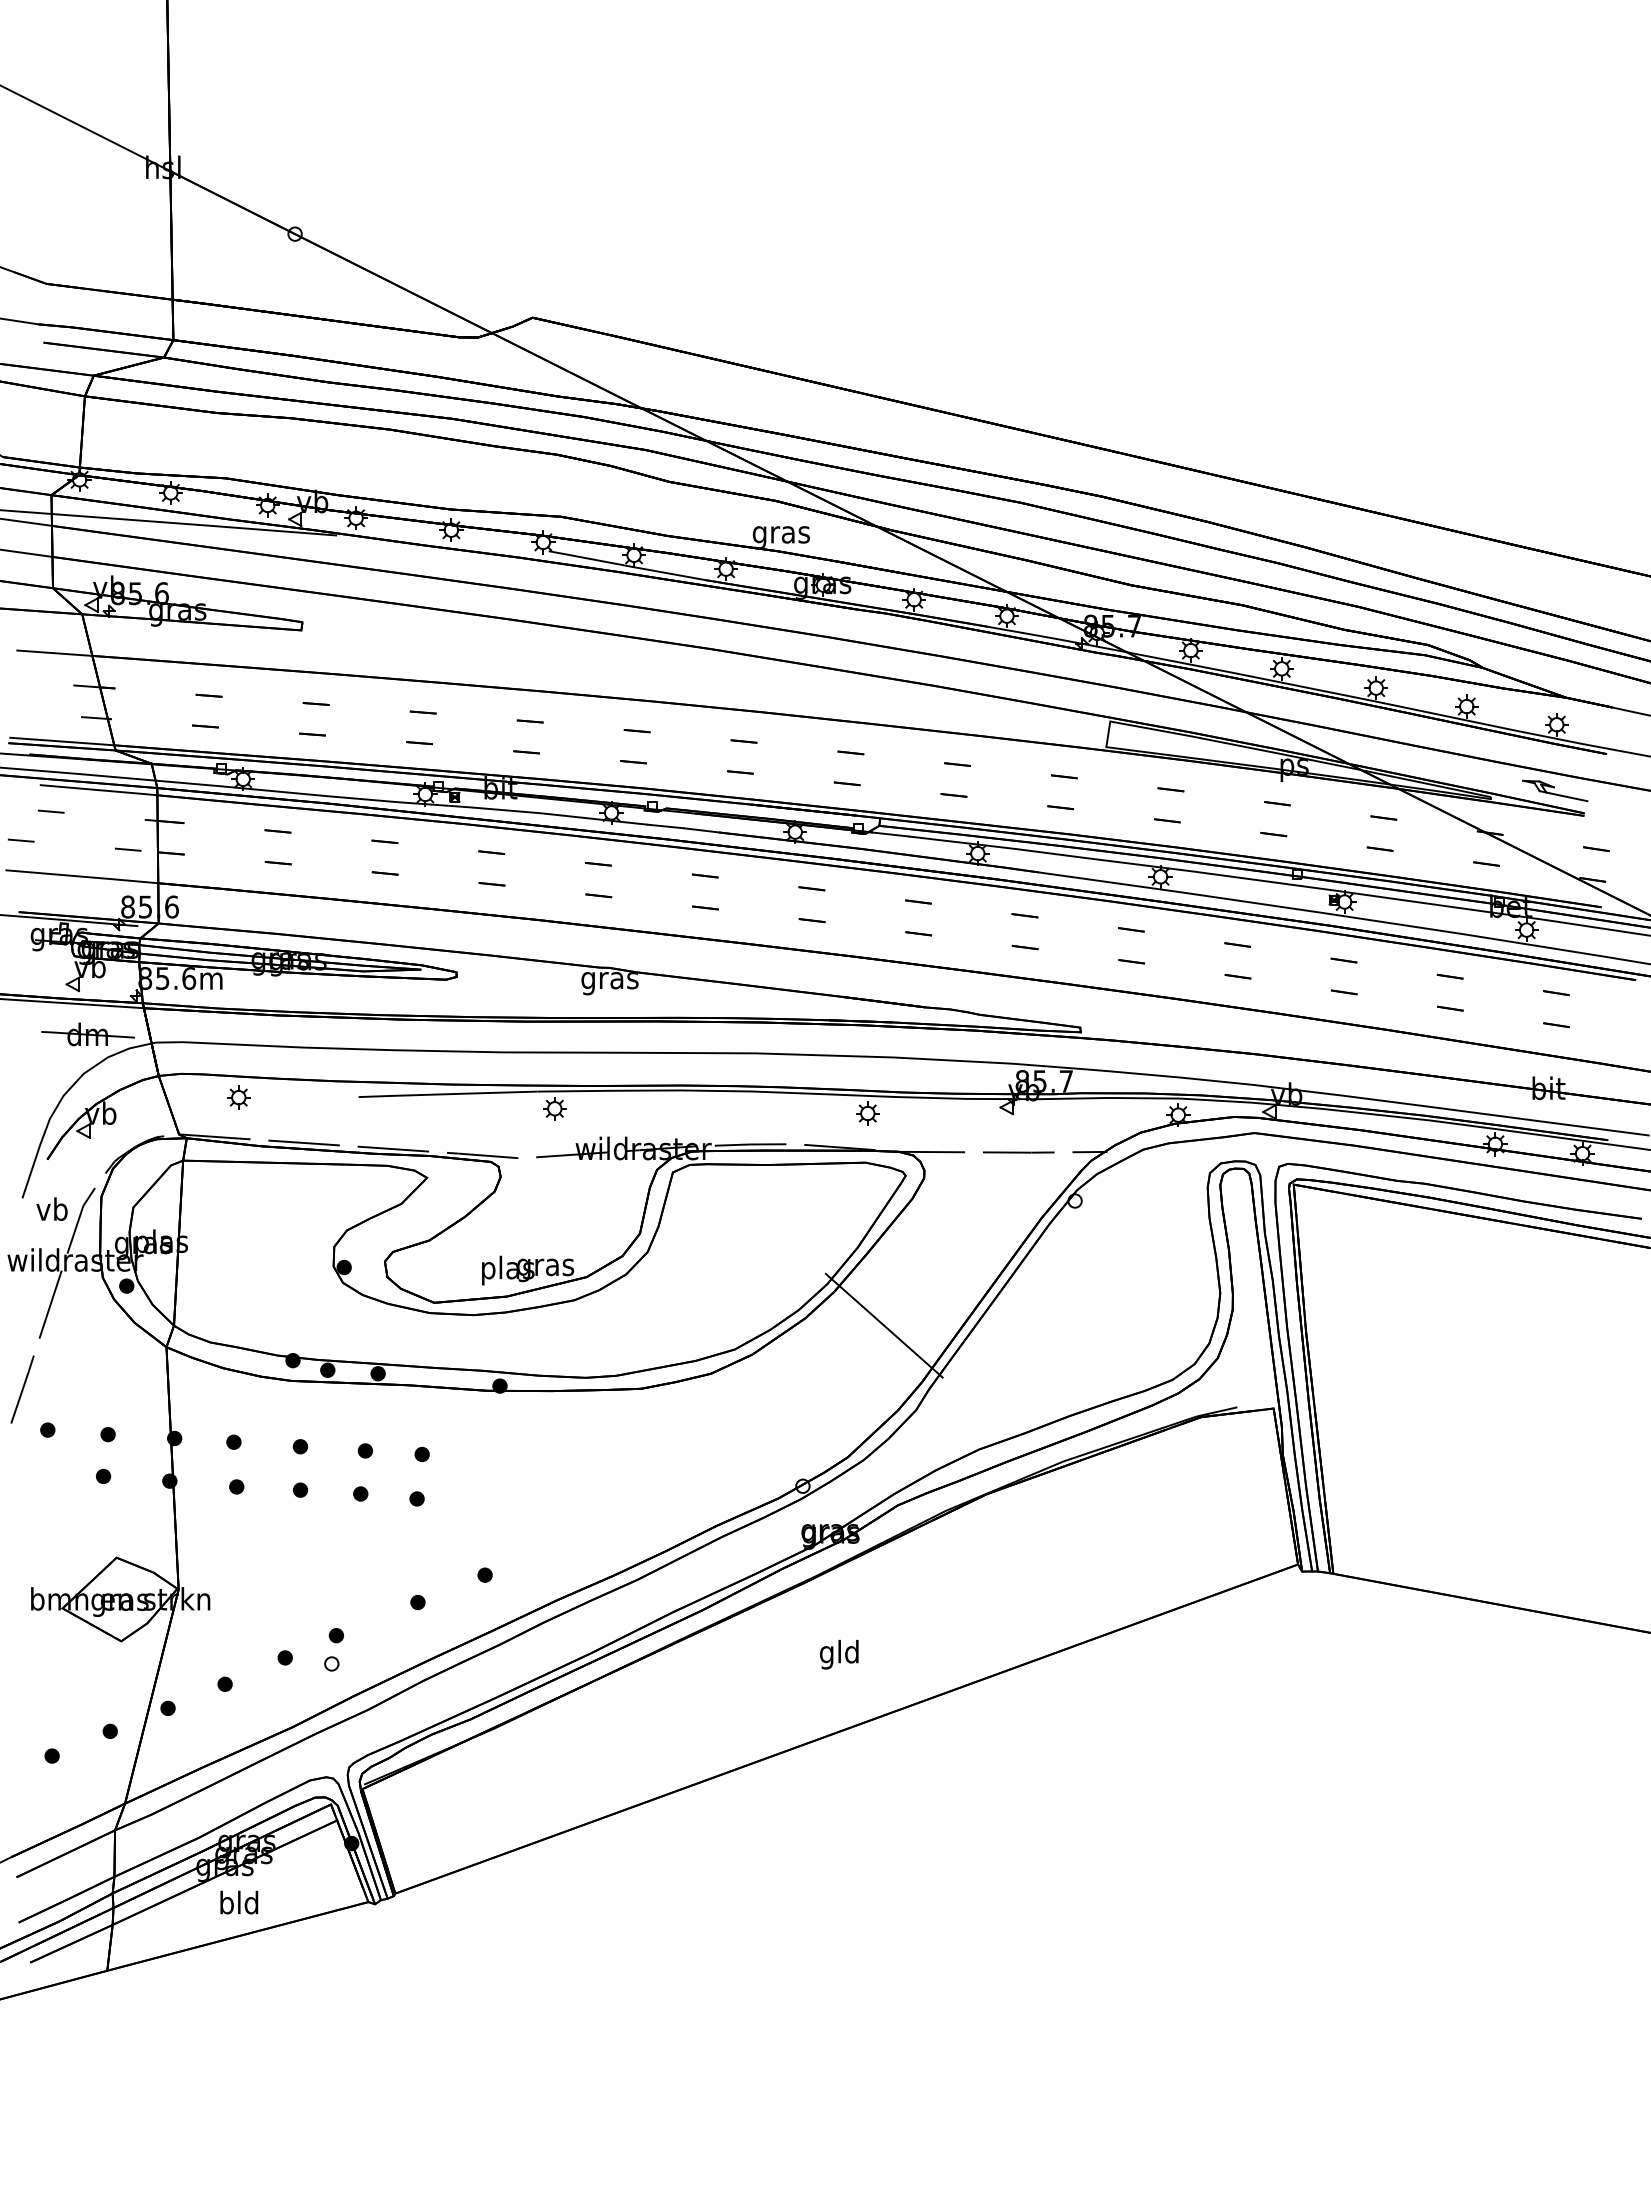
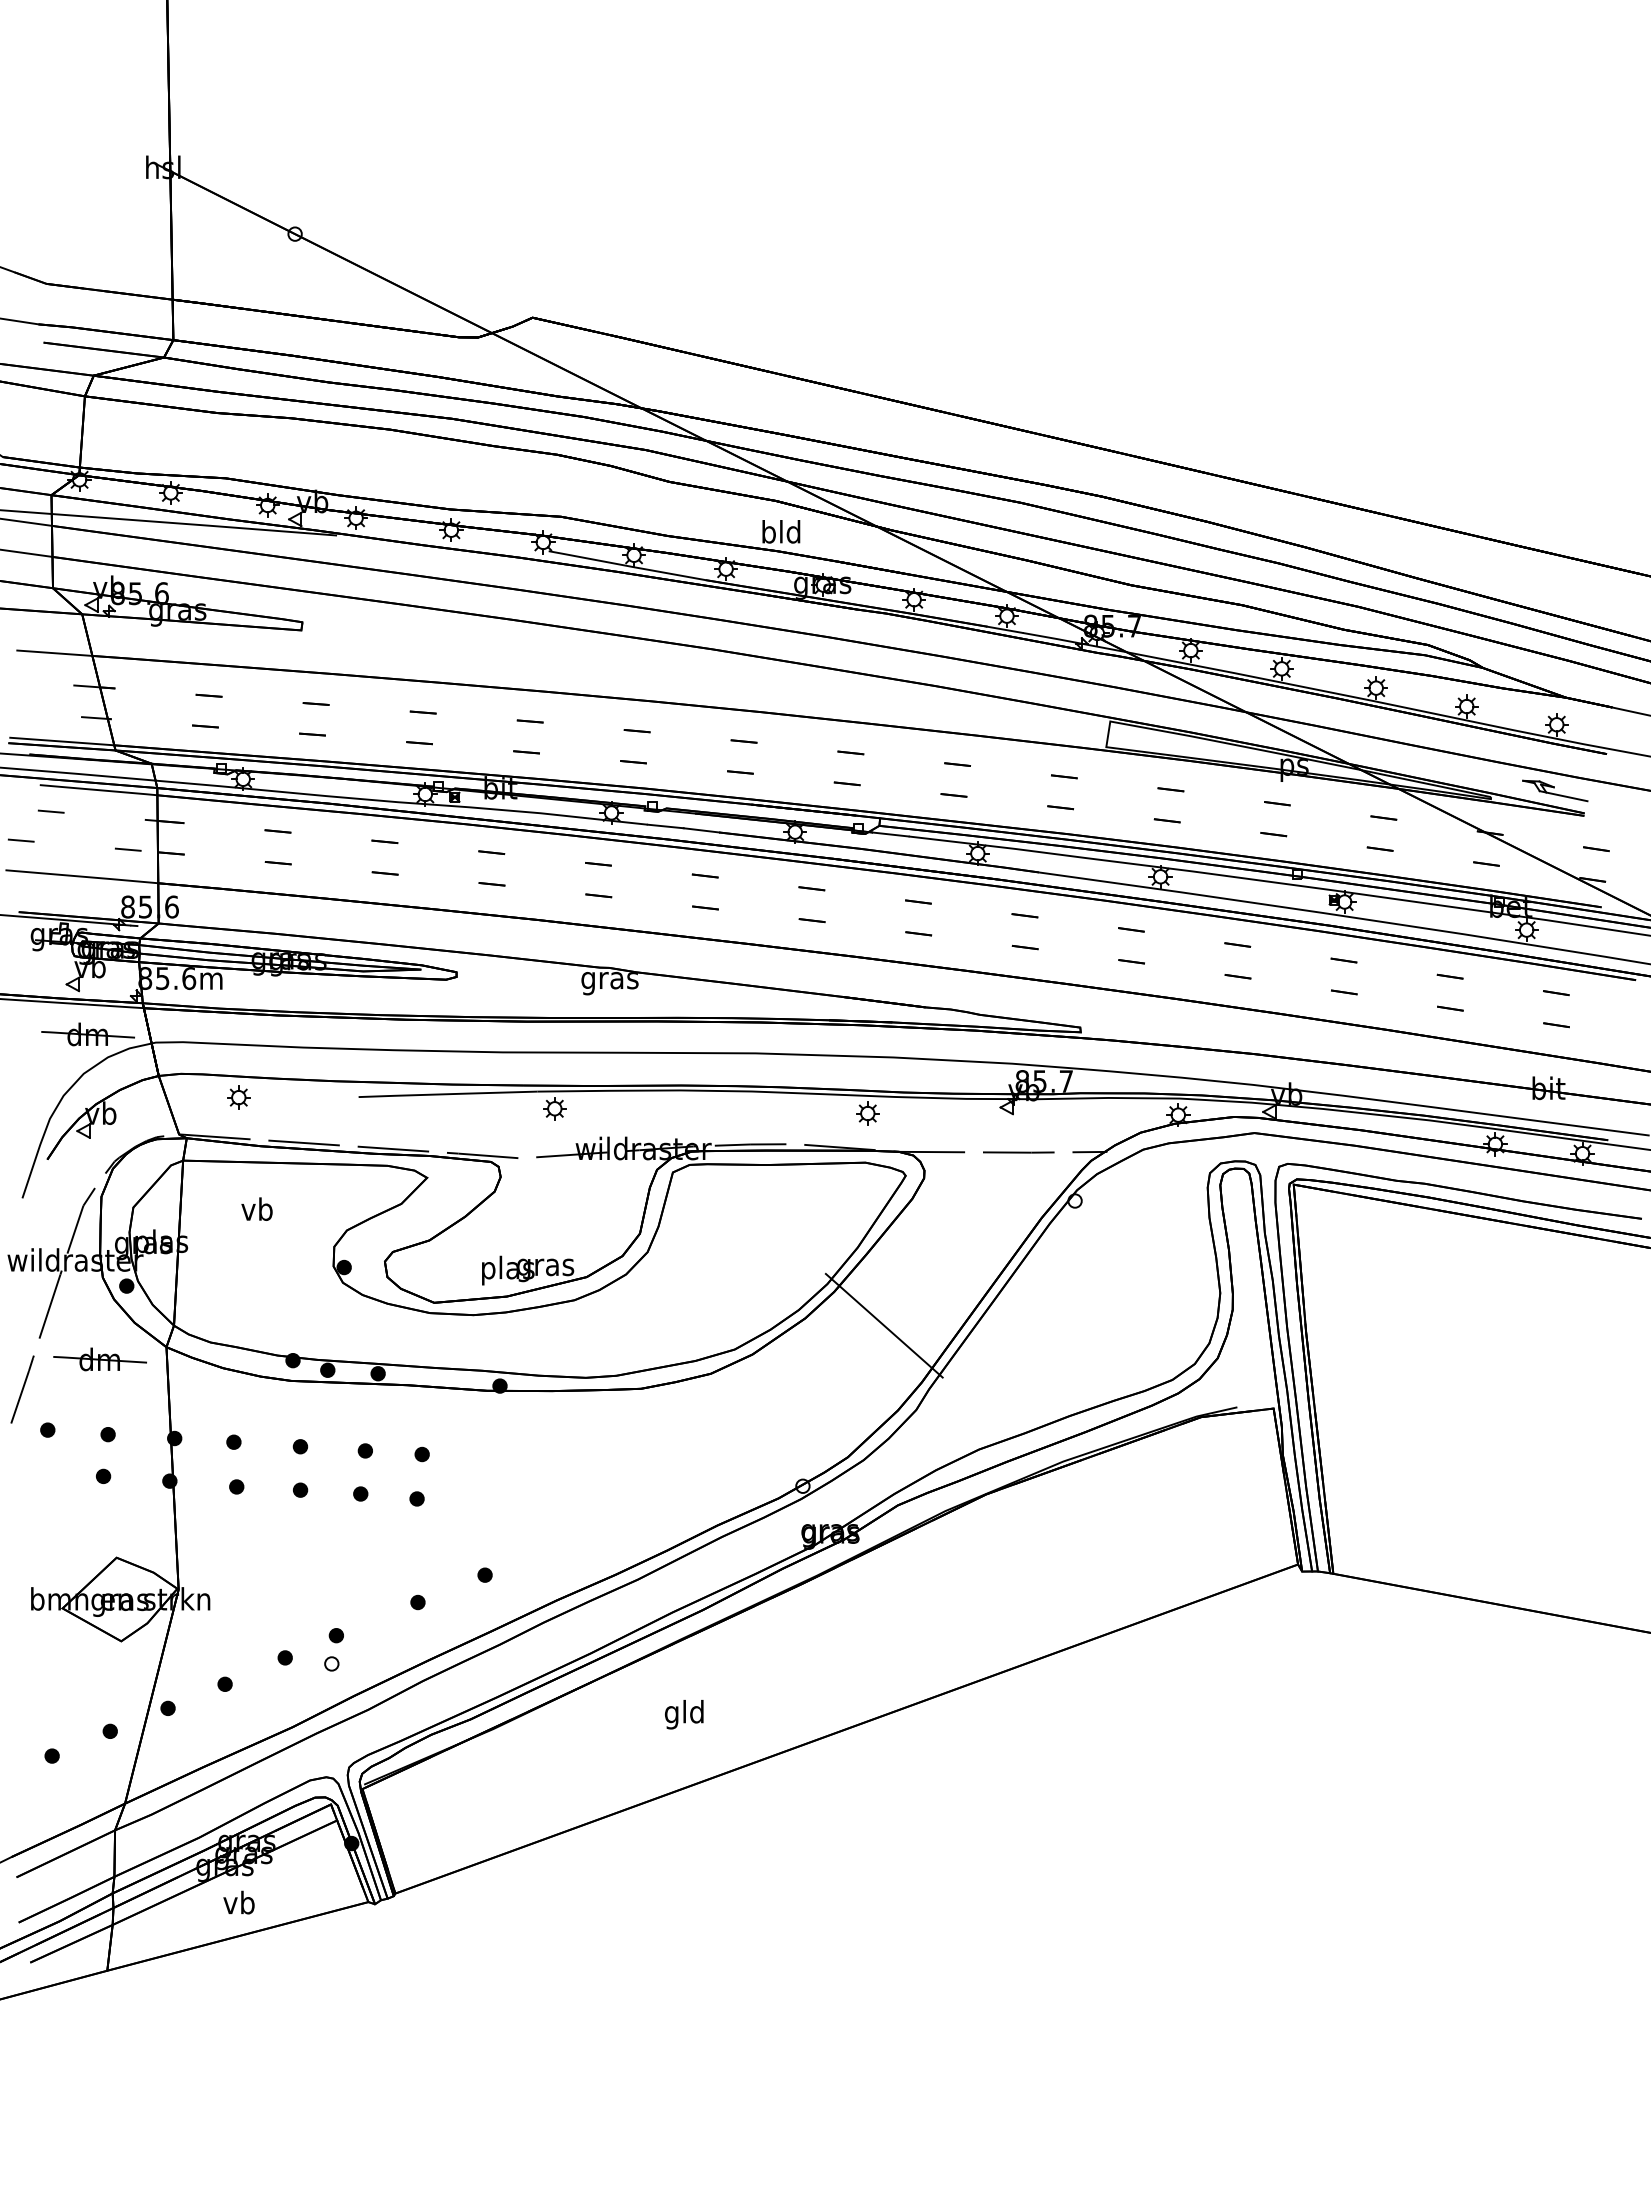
line at (79, 125): present -> none
text at (780, 534): gras -> bld
text at (51, 1208) position: (51, 1208) -> (256, 1208)
part at (99, 1359): none -> present
text at (839, 1654) position: (839, 1654) -> (684, 1714)
text at (239, 1902): bld -> vb
